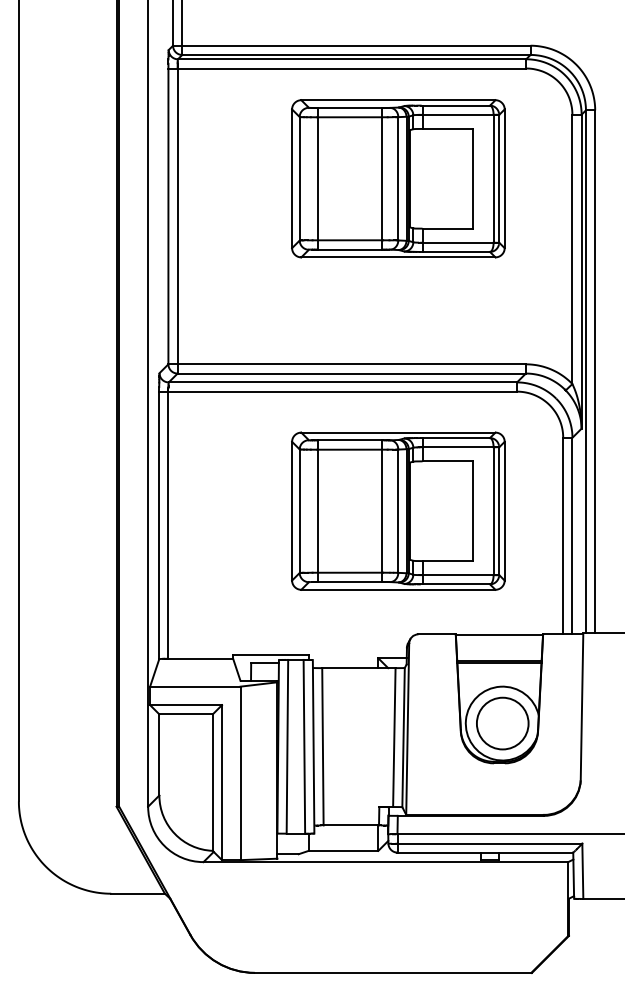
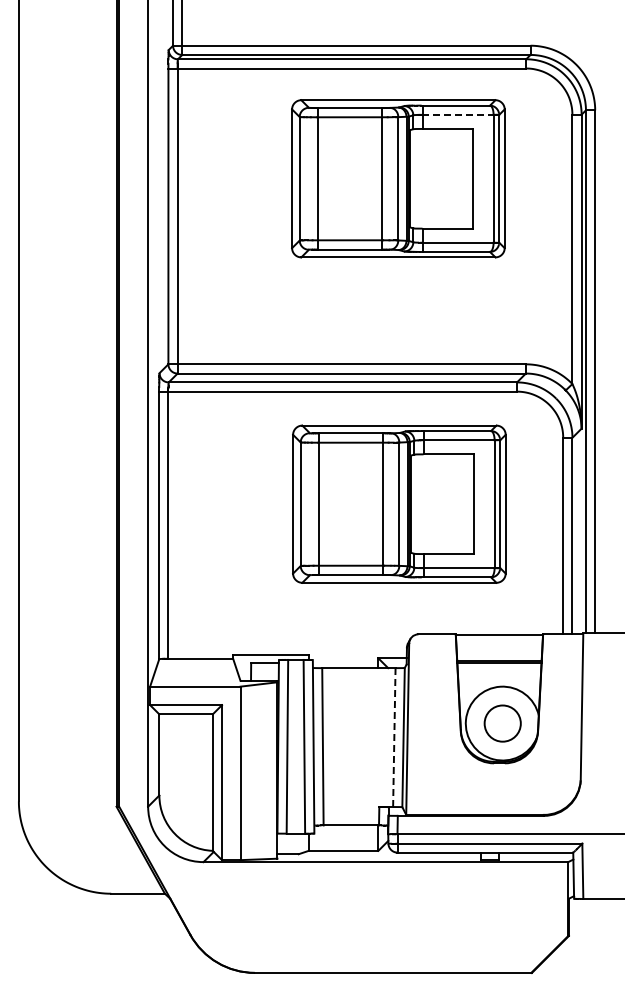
line at (457, 114): solid -> dashed
part at (398, 510) position: (398, 510) -> (399, 503)
circle at (502, 723) diameter: 52 px -> 36 px
line at (394, 737): solid -> dashed
